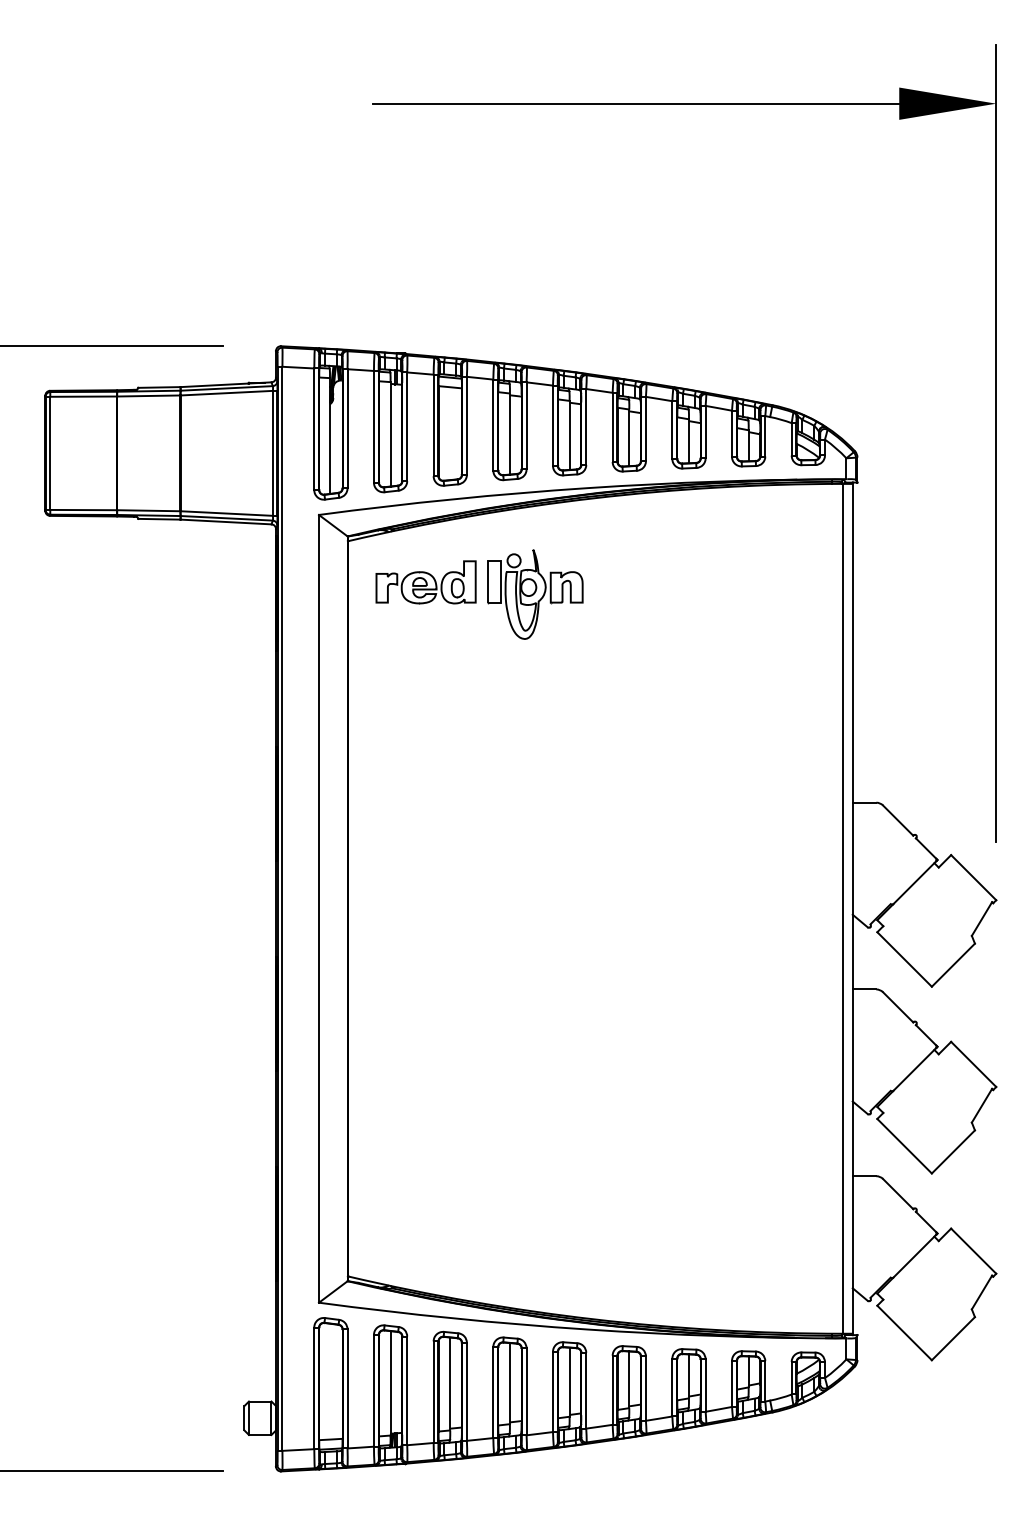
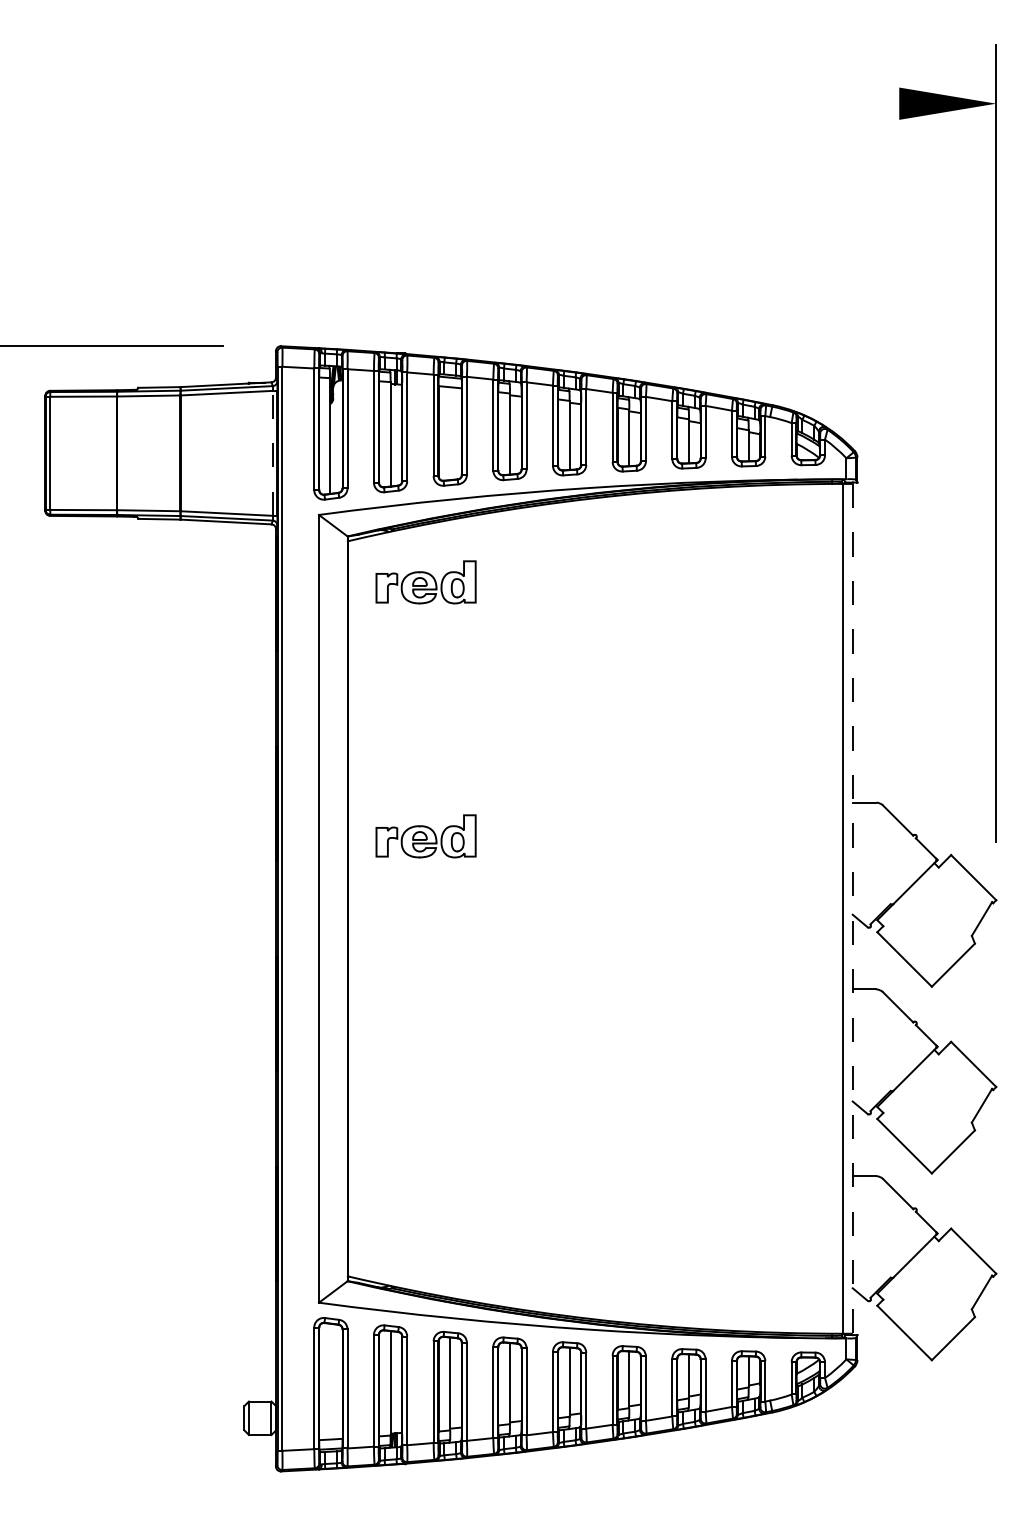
line at (636, 103): present -> none
line at (272, 452): solid -> dashed
part at (535, 594): present -> none
part at (425, 836): none -> present
line at (852, 908): solid -> dashed
line at (112, 1471): present -> none
